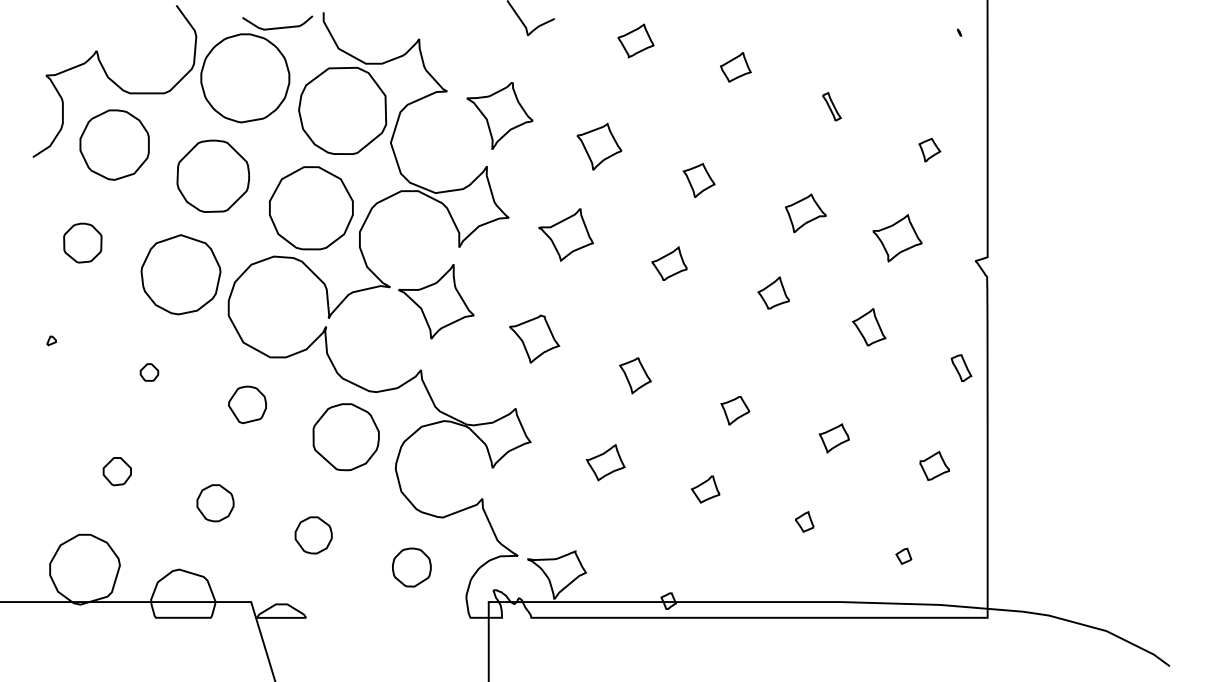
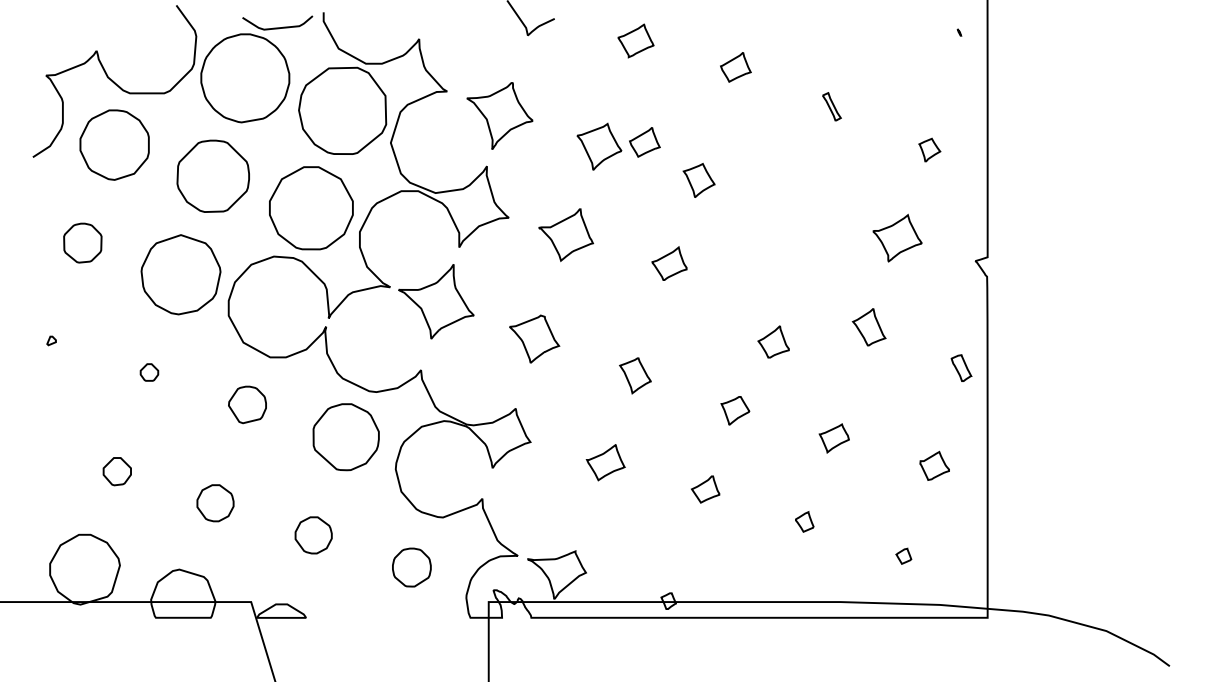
part at (644, 142): none -> present
part at (805, 213): present -> none
part at (773, 292) position: (773, 292) -> (773, 341)
